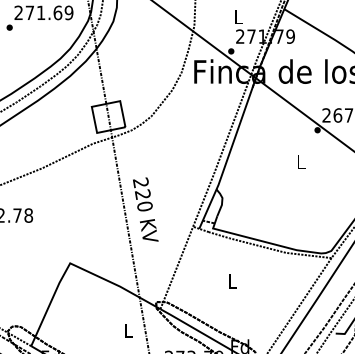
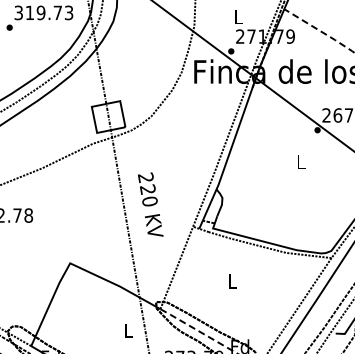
text at (43, 12): 271.69 -> 319.73
line at (320, 31): solid -> dashed
text at (145, 209) position: (145, 209) -> (150, 204)
line at (198, 331): solid -> dashed
